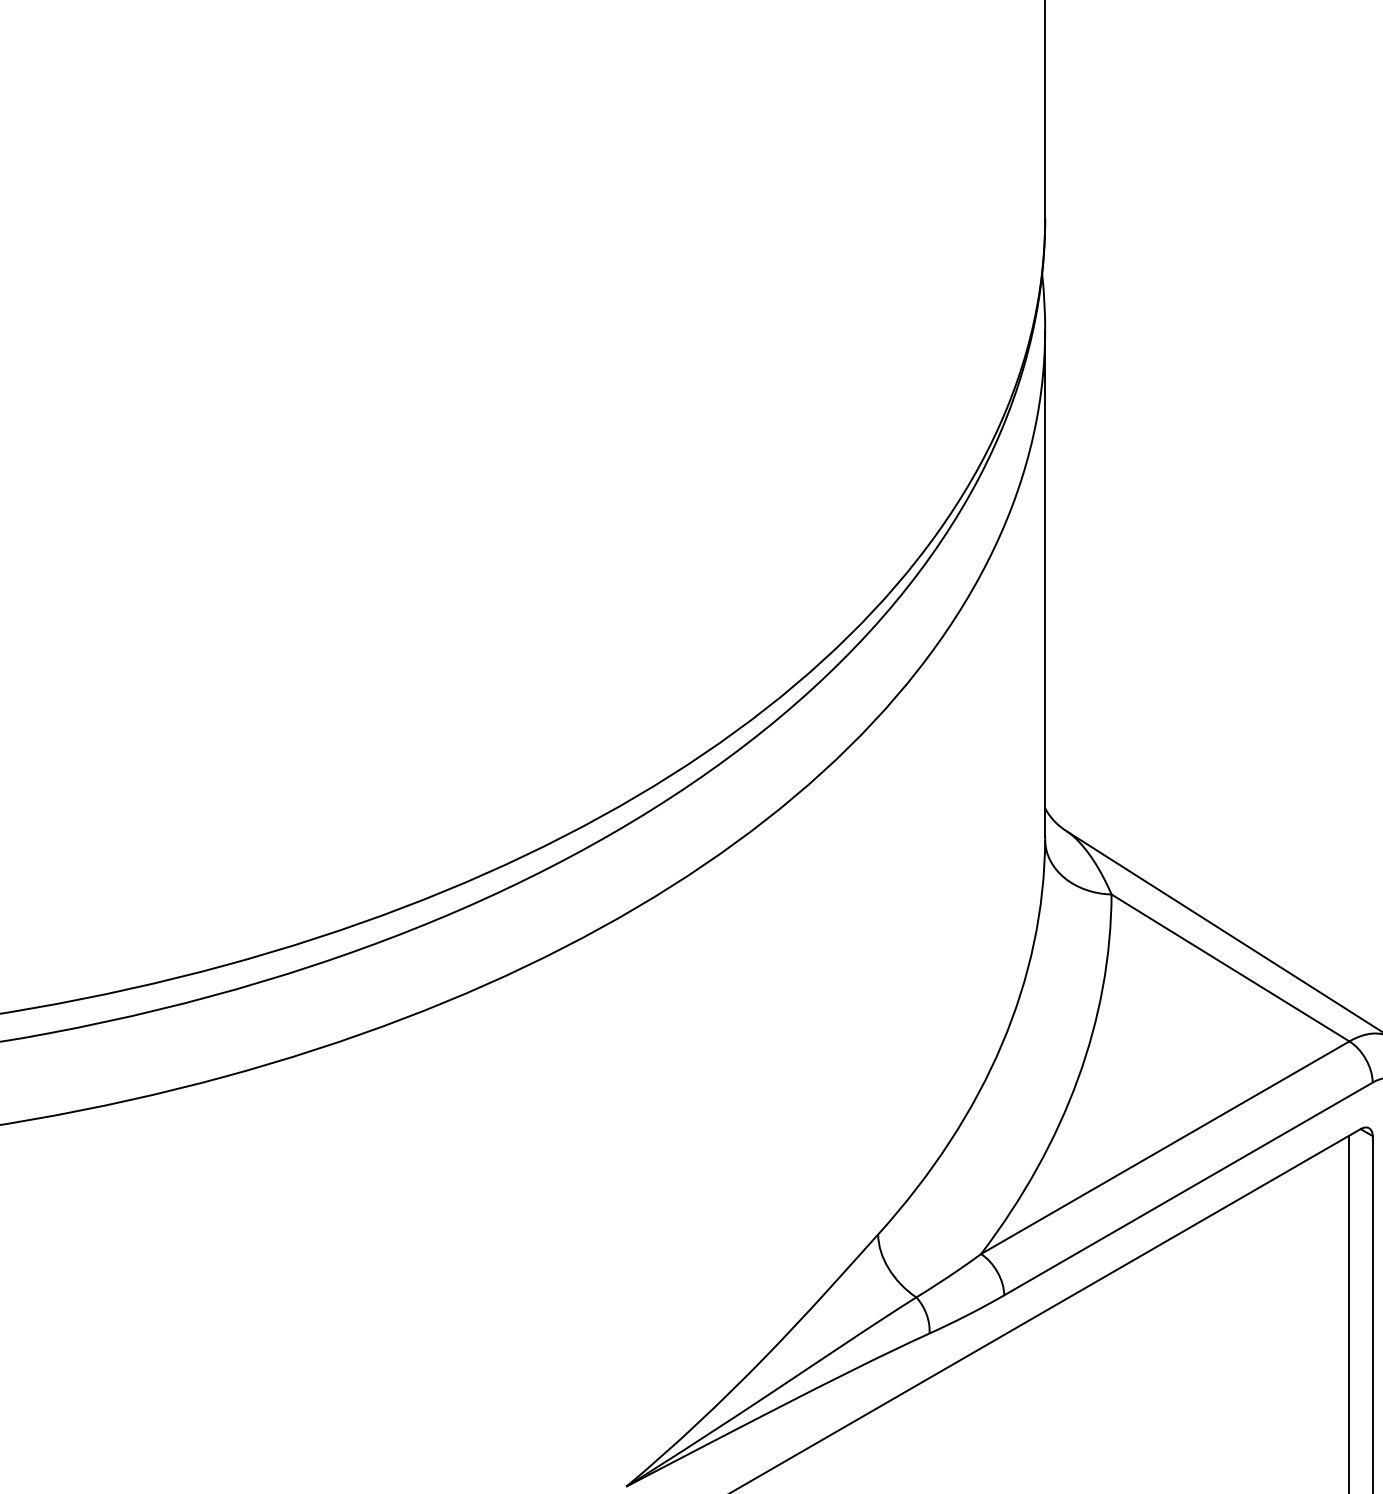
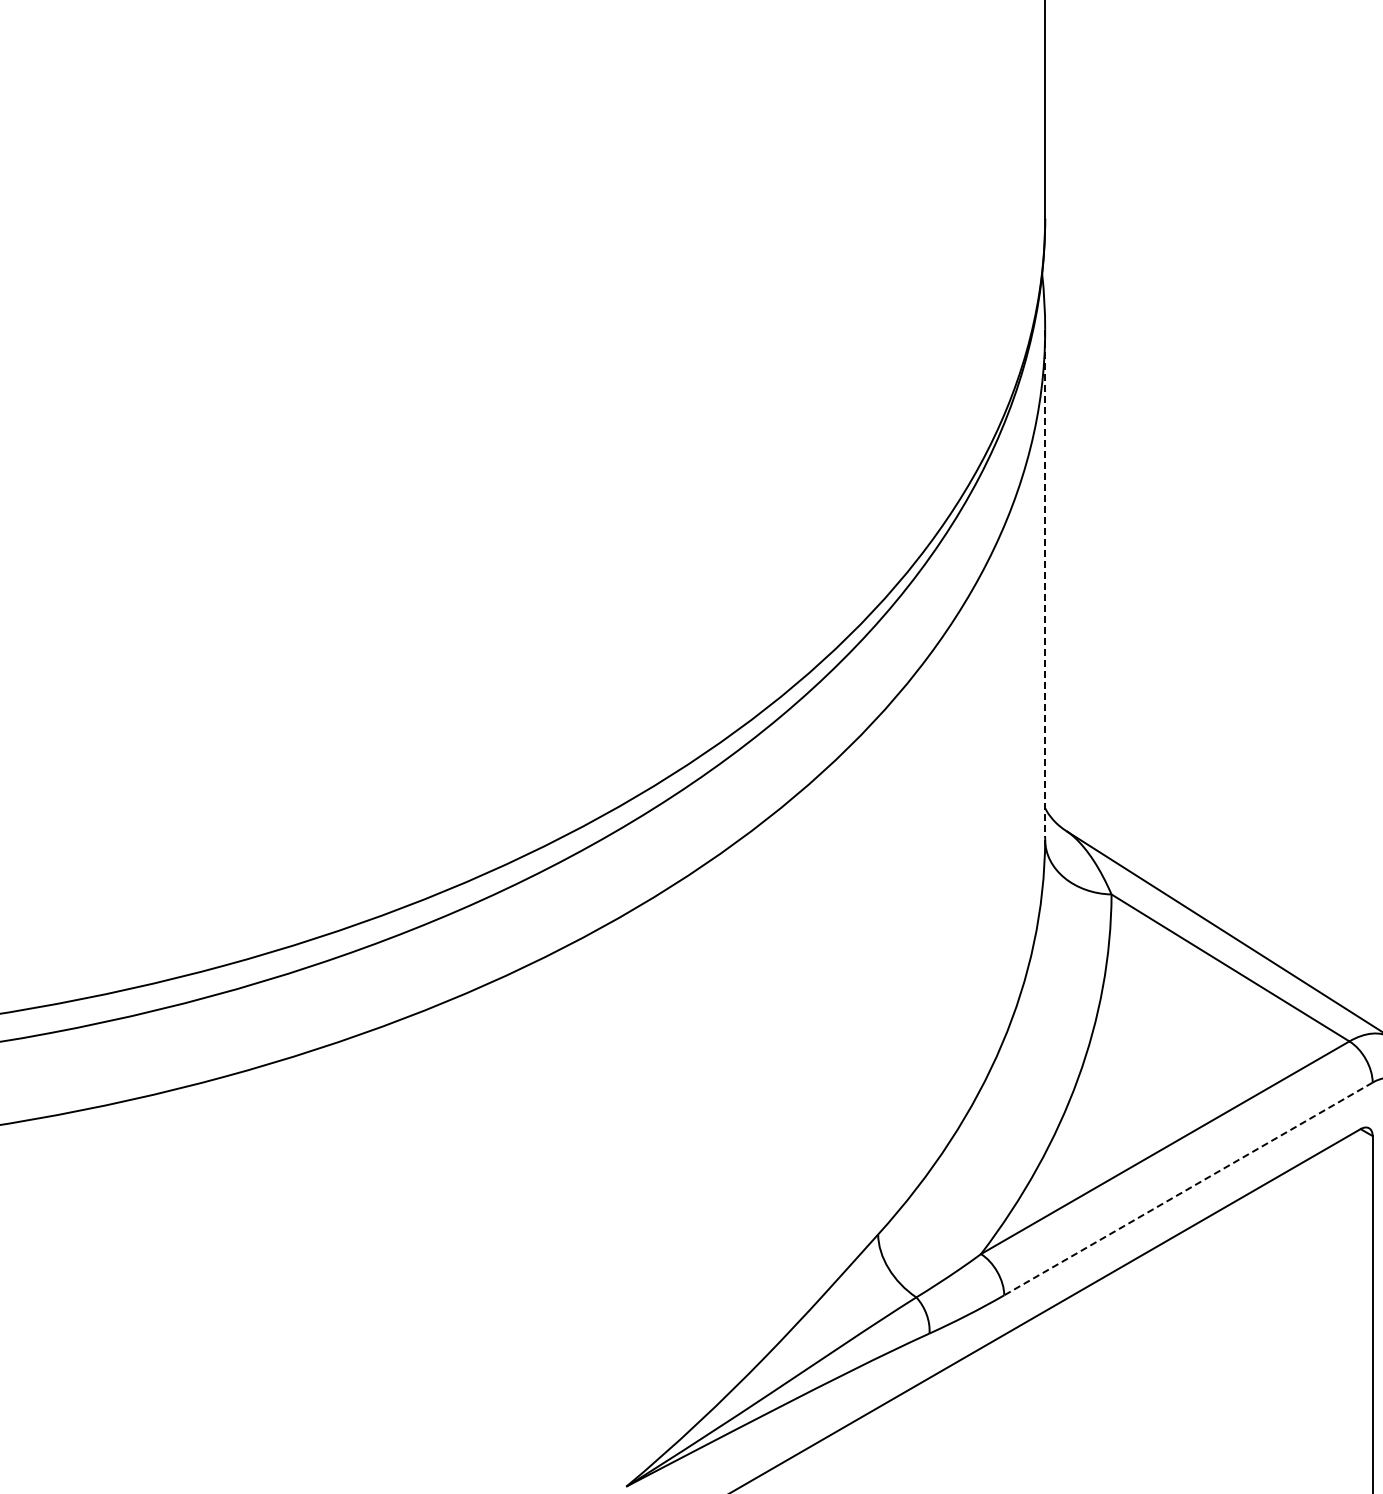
line at (1045, 583): solid -> dashed
line at (1188, 1188): solid -> dashed
line at (1348, 1313): present -> none
